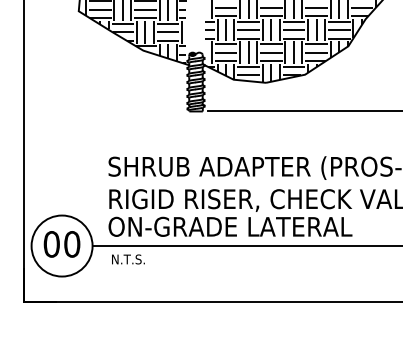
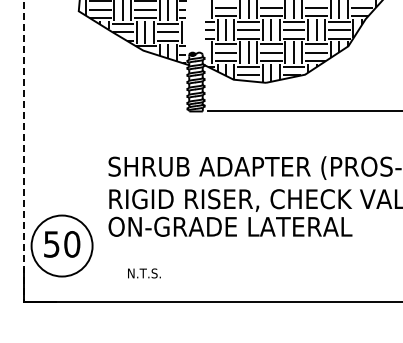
line at (23, 151): solid -> dashed
text at (51, 244): 00 -> 50
line at (245, 246): present -> none
text at (128, 259) position: (128, 259) -> (144, 273)
